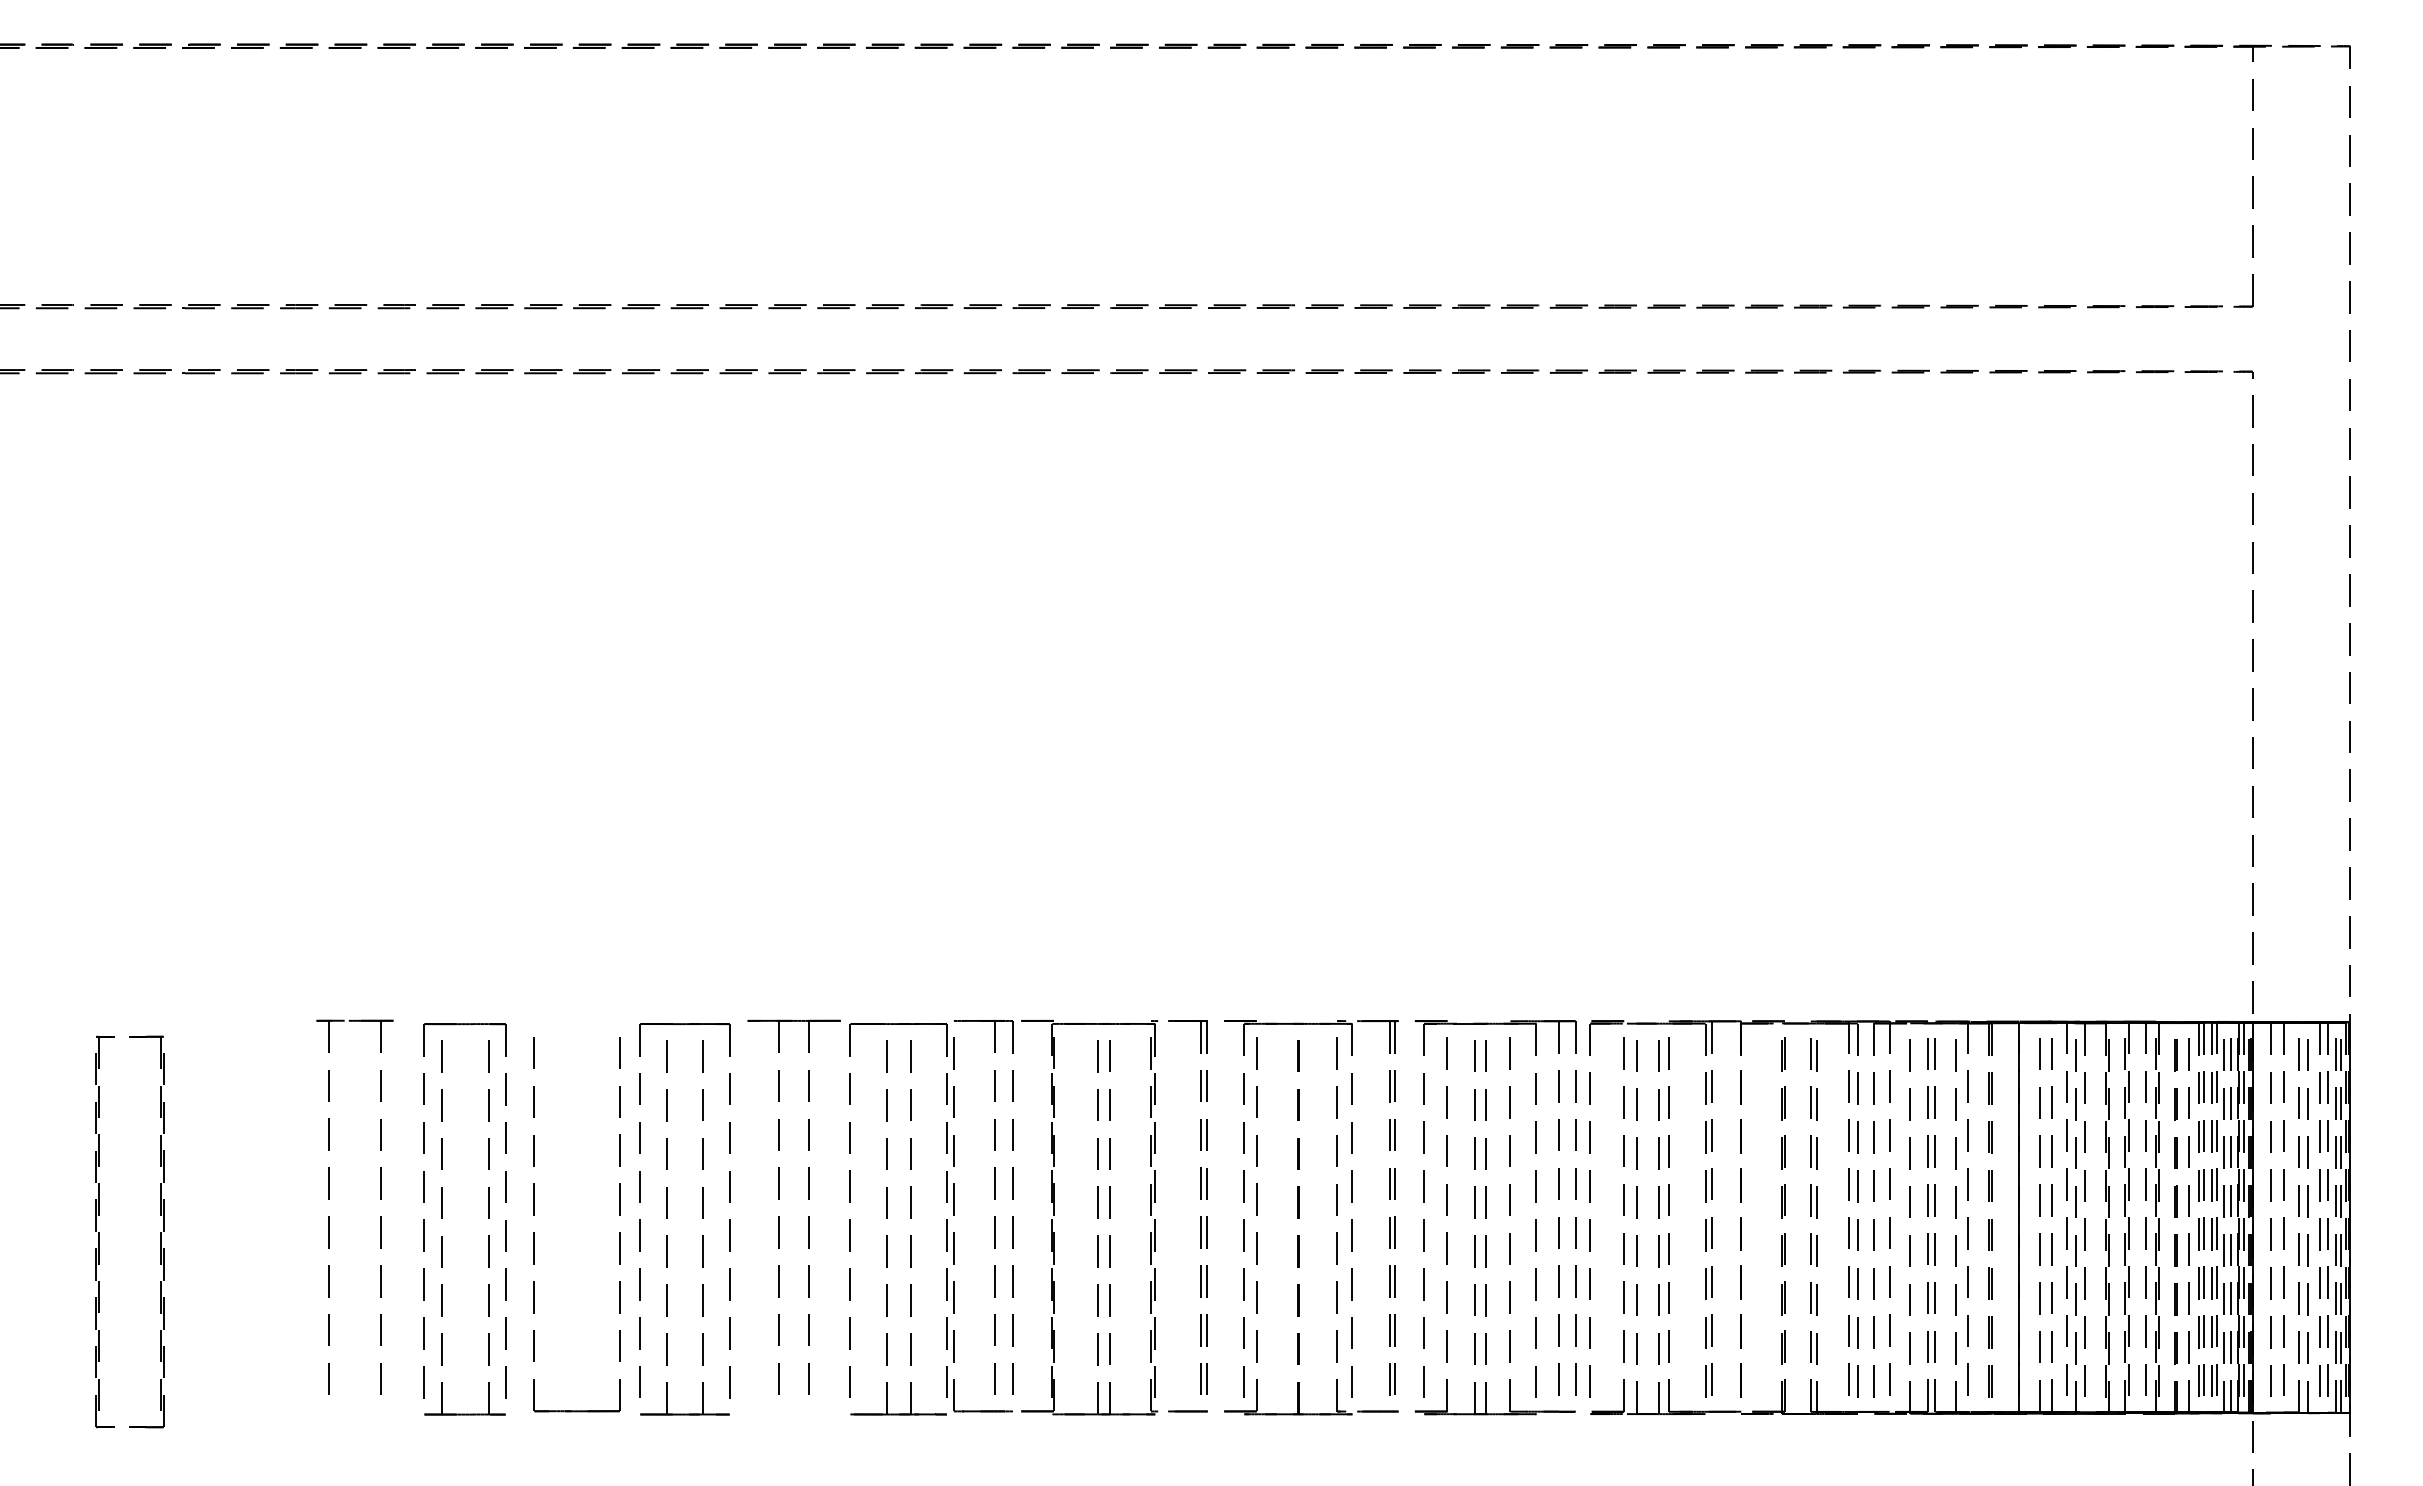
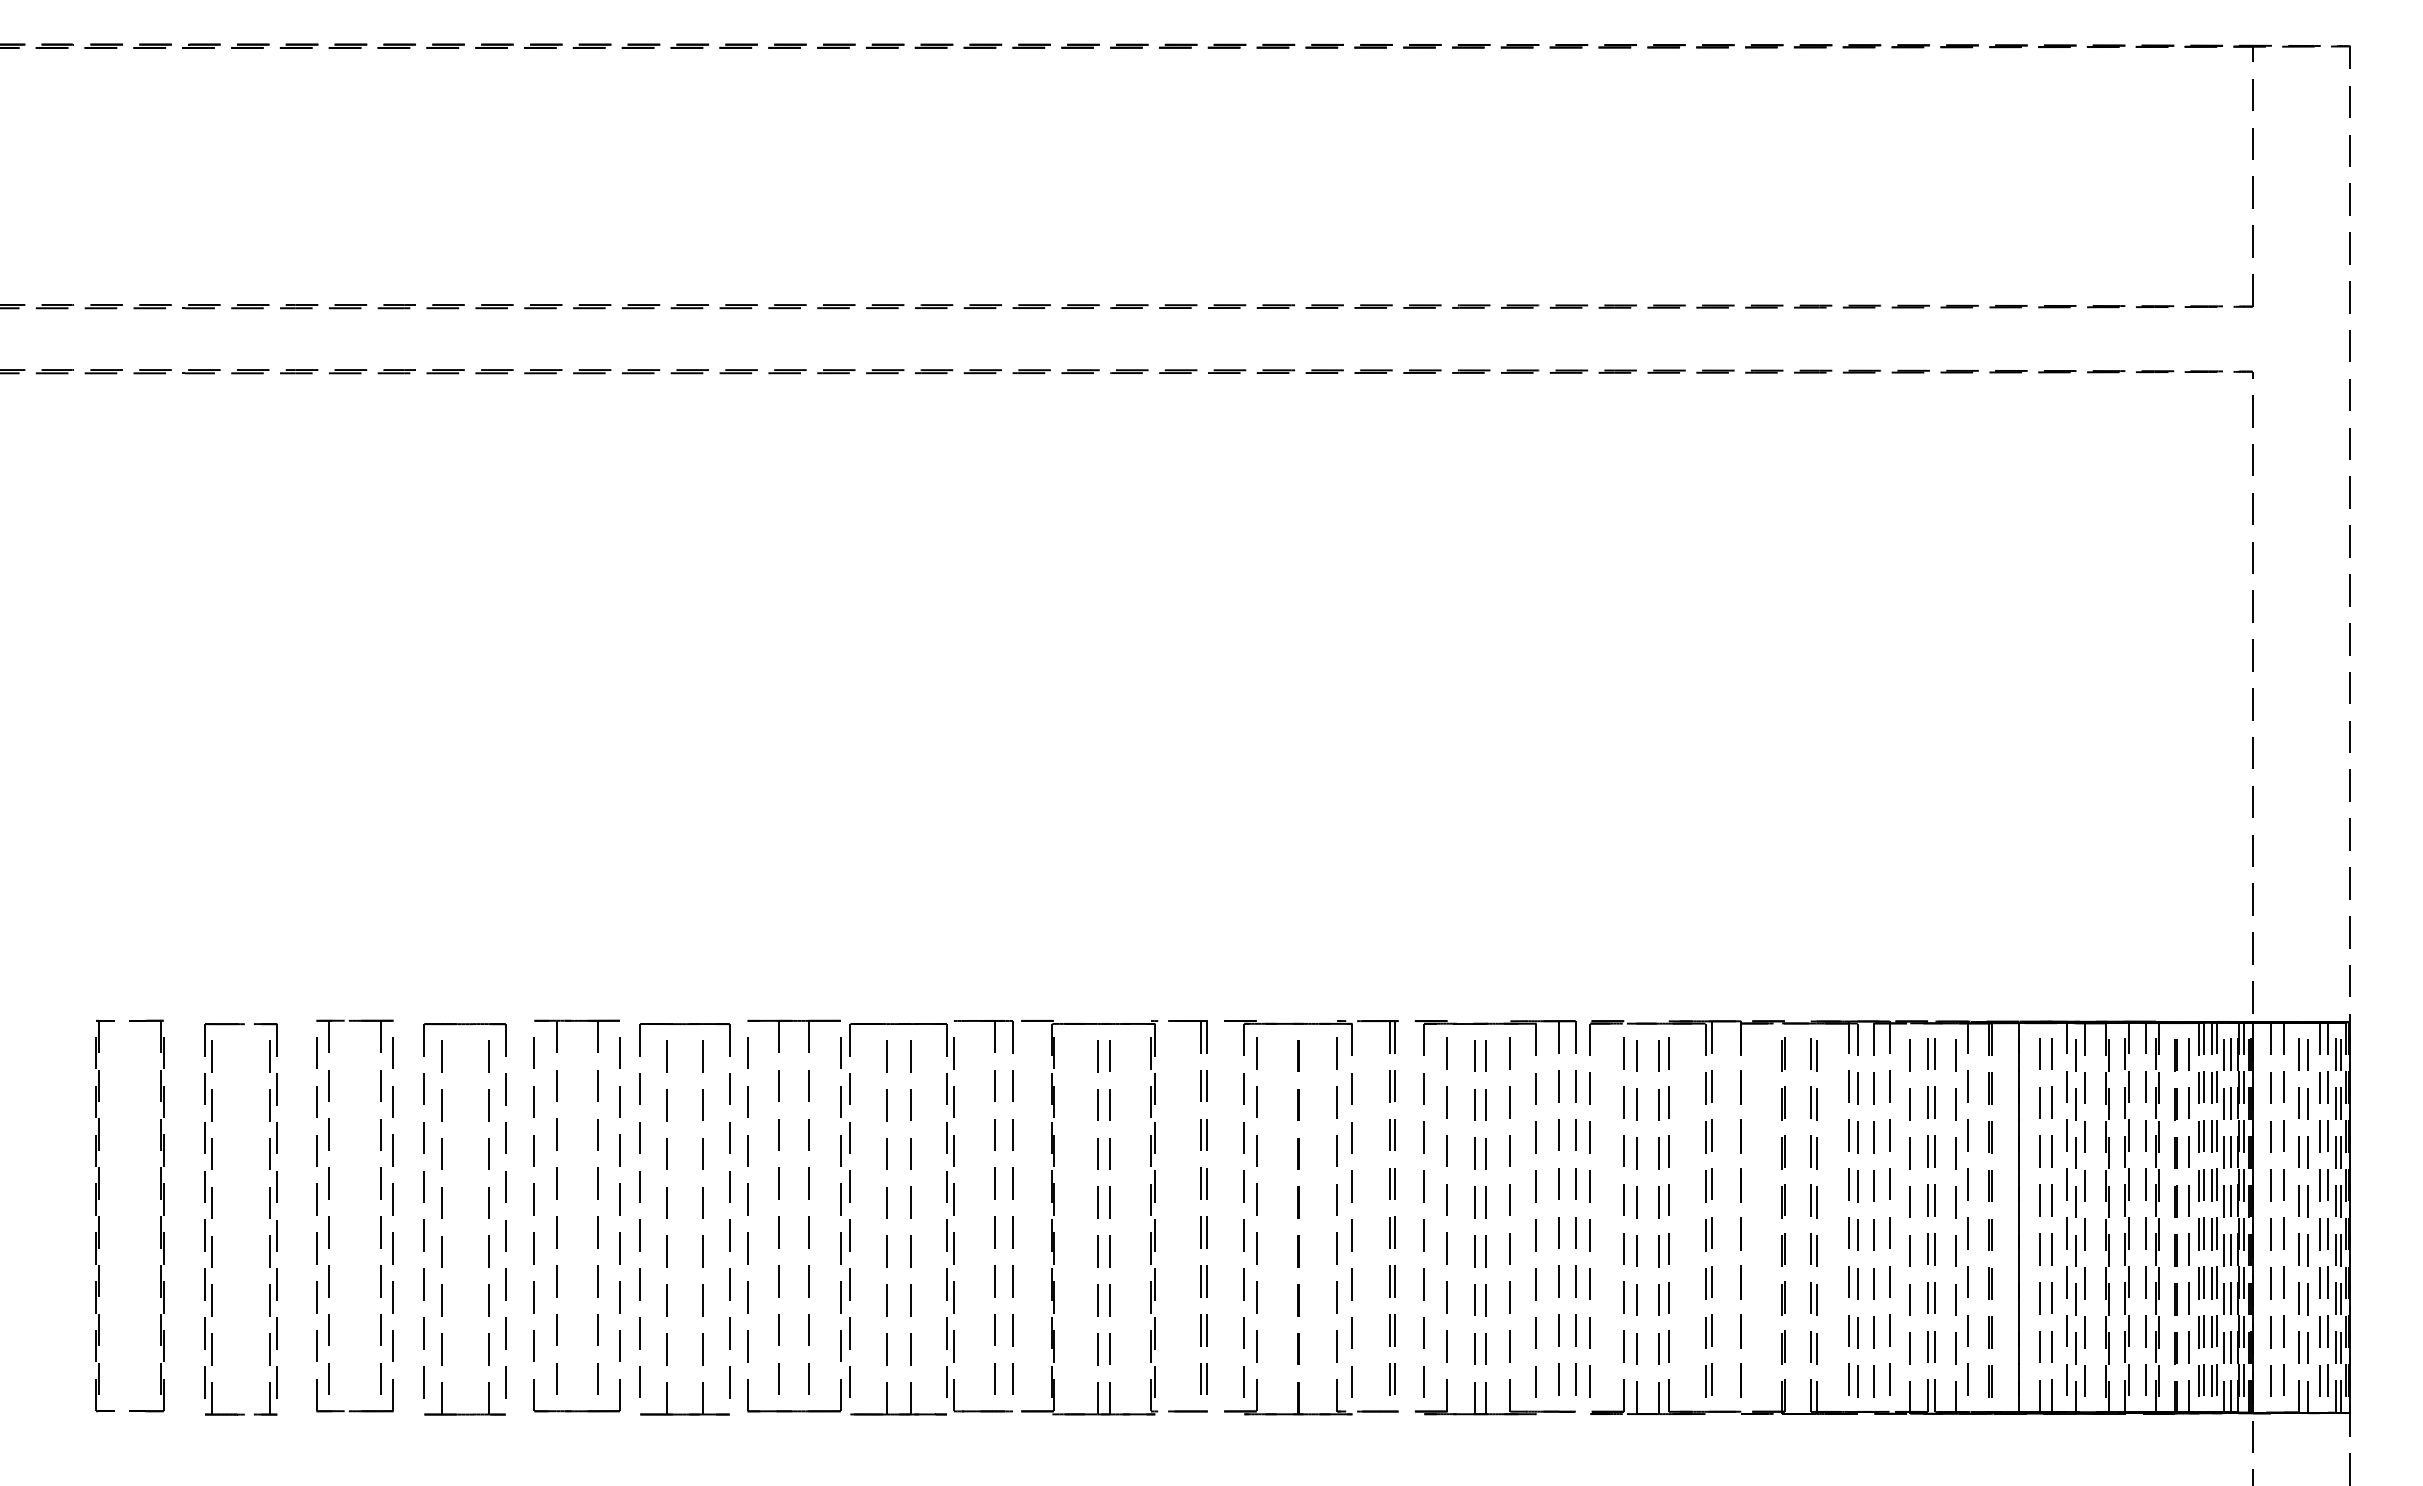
part at (557, 1199): none -> present
part at (212, 1218): none -> present
part at (99, 1232) position: (99, 1232) -> (99, 1216)
part at (317, 1232): none -> present
part at (748, 1232): none -> present
